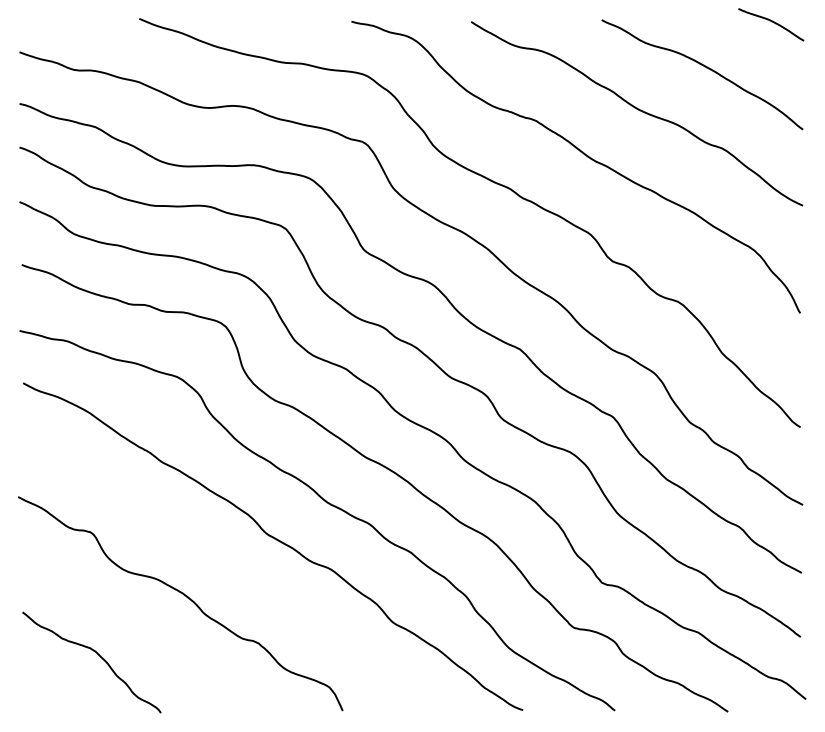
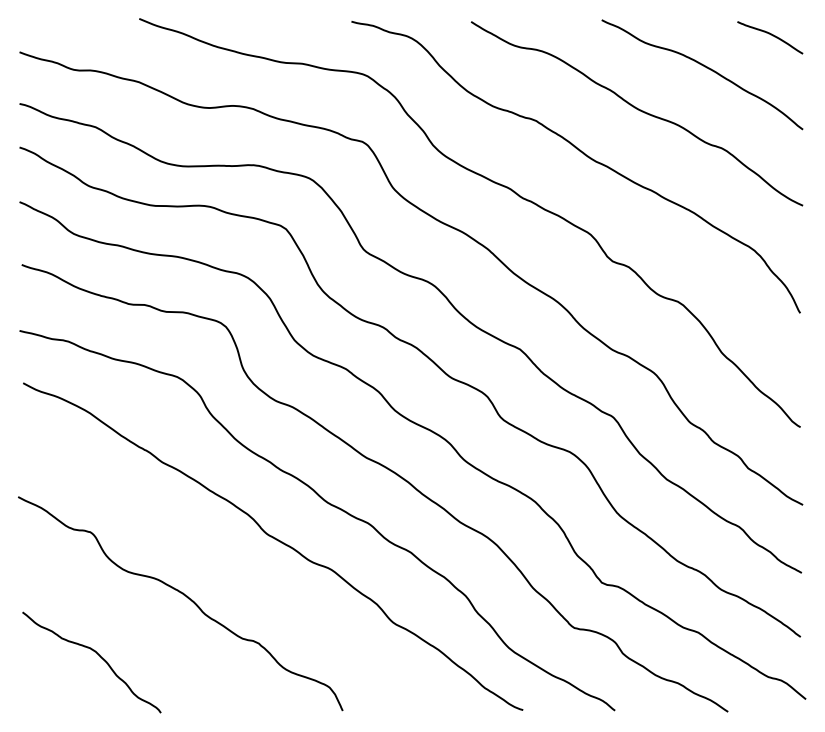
curve at (771, 22) position: (771, 22) -> (770, 35)
